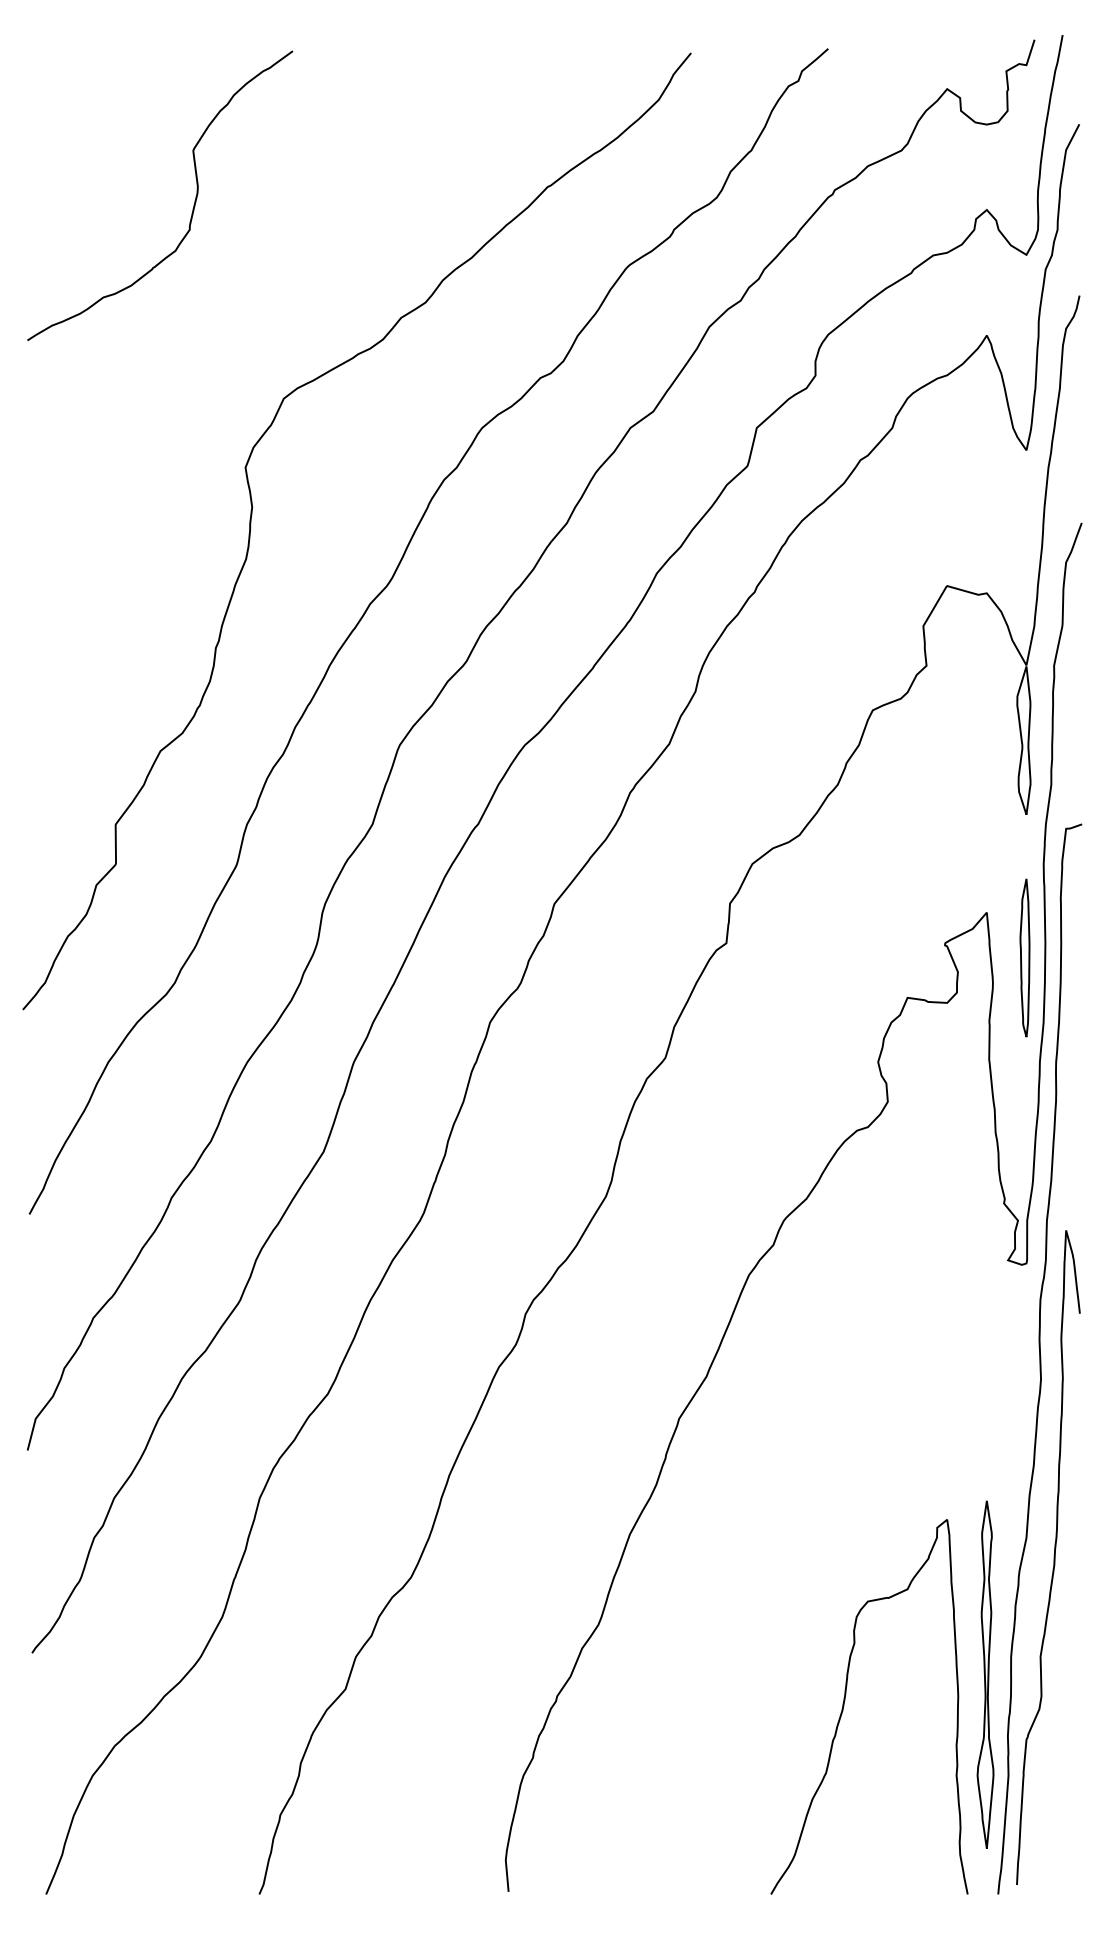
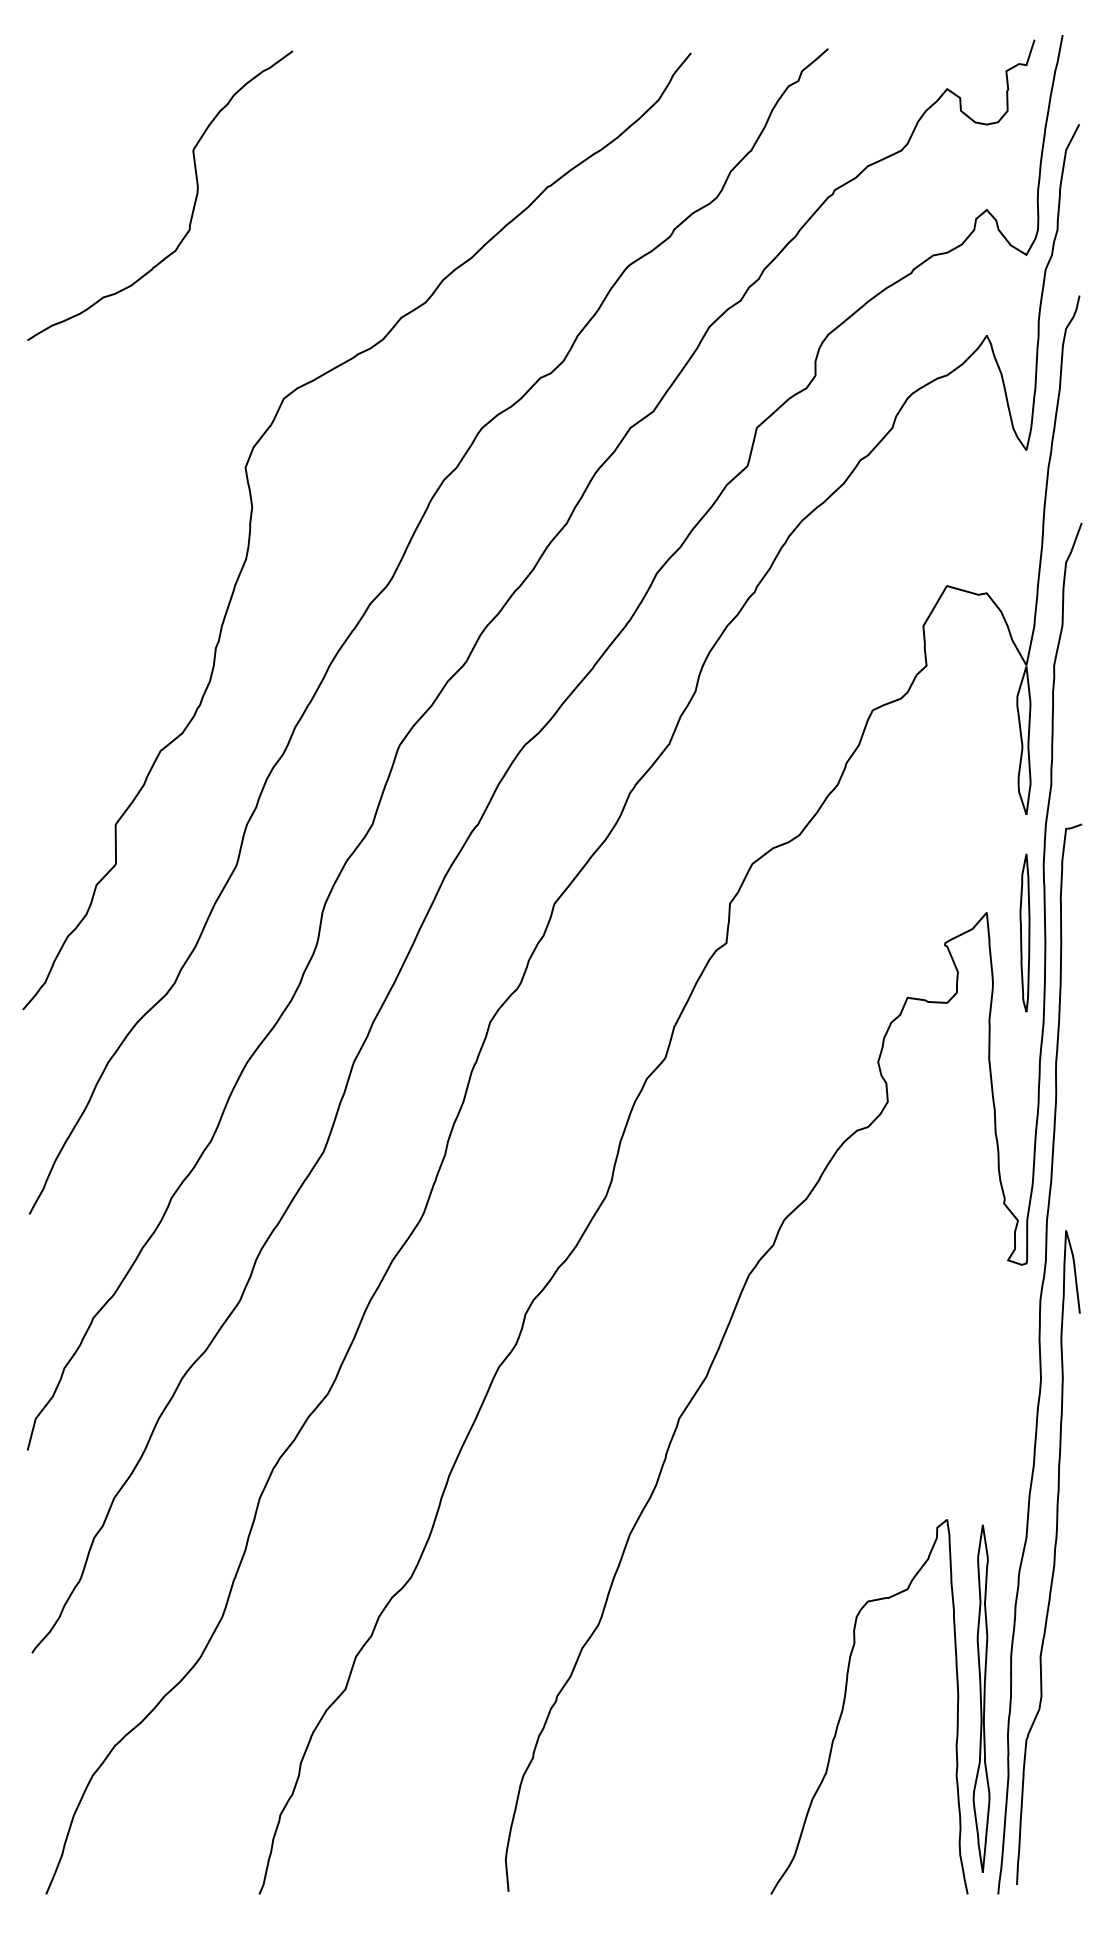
part at (1024, 957) position: (1024, 957) -> (1024, 932)
part at (985, 1674) position: (985, 1674) -> (981, 1698)
